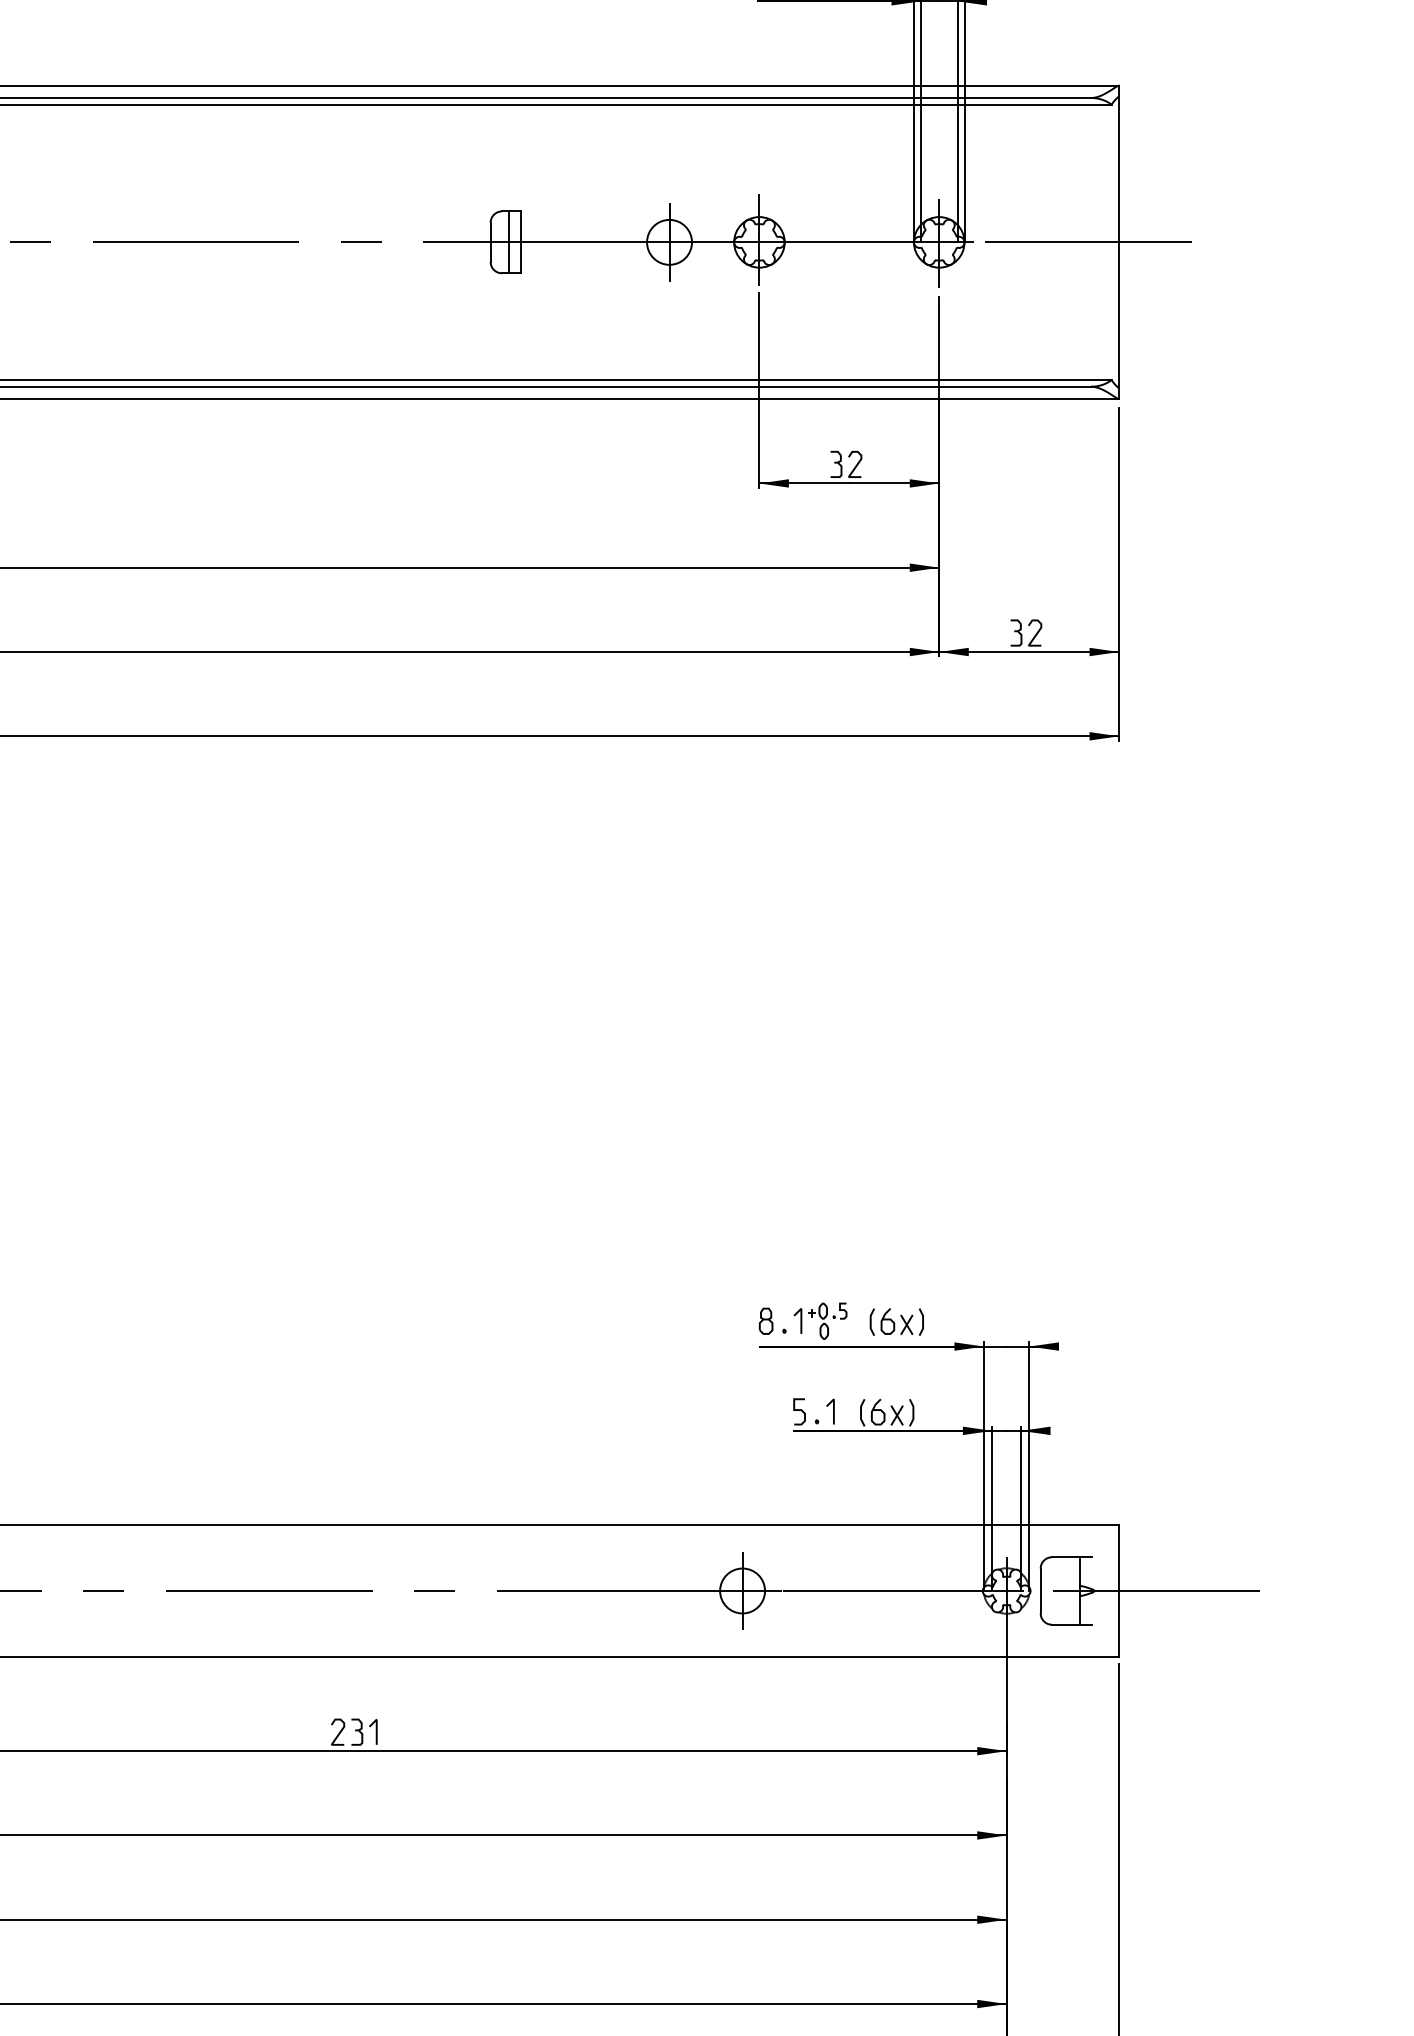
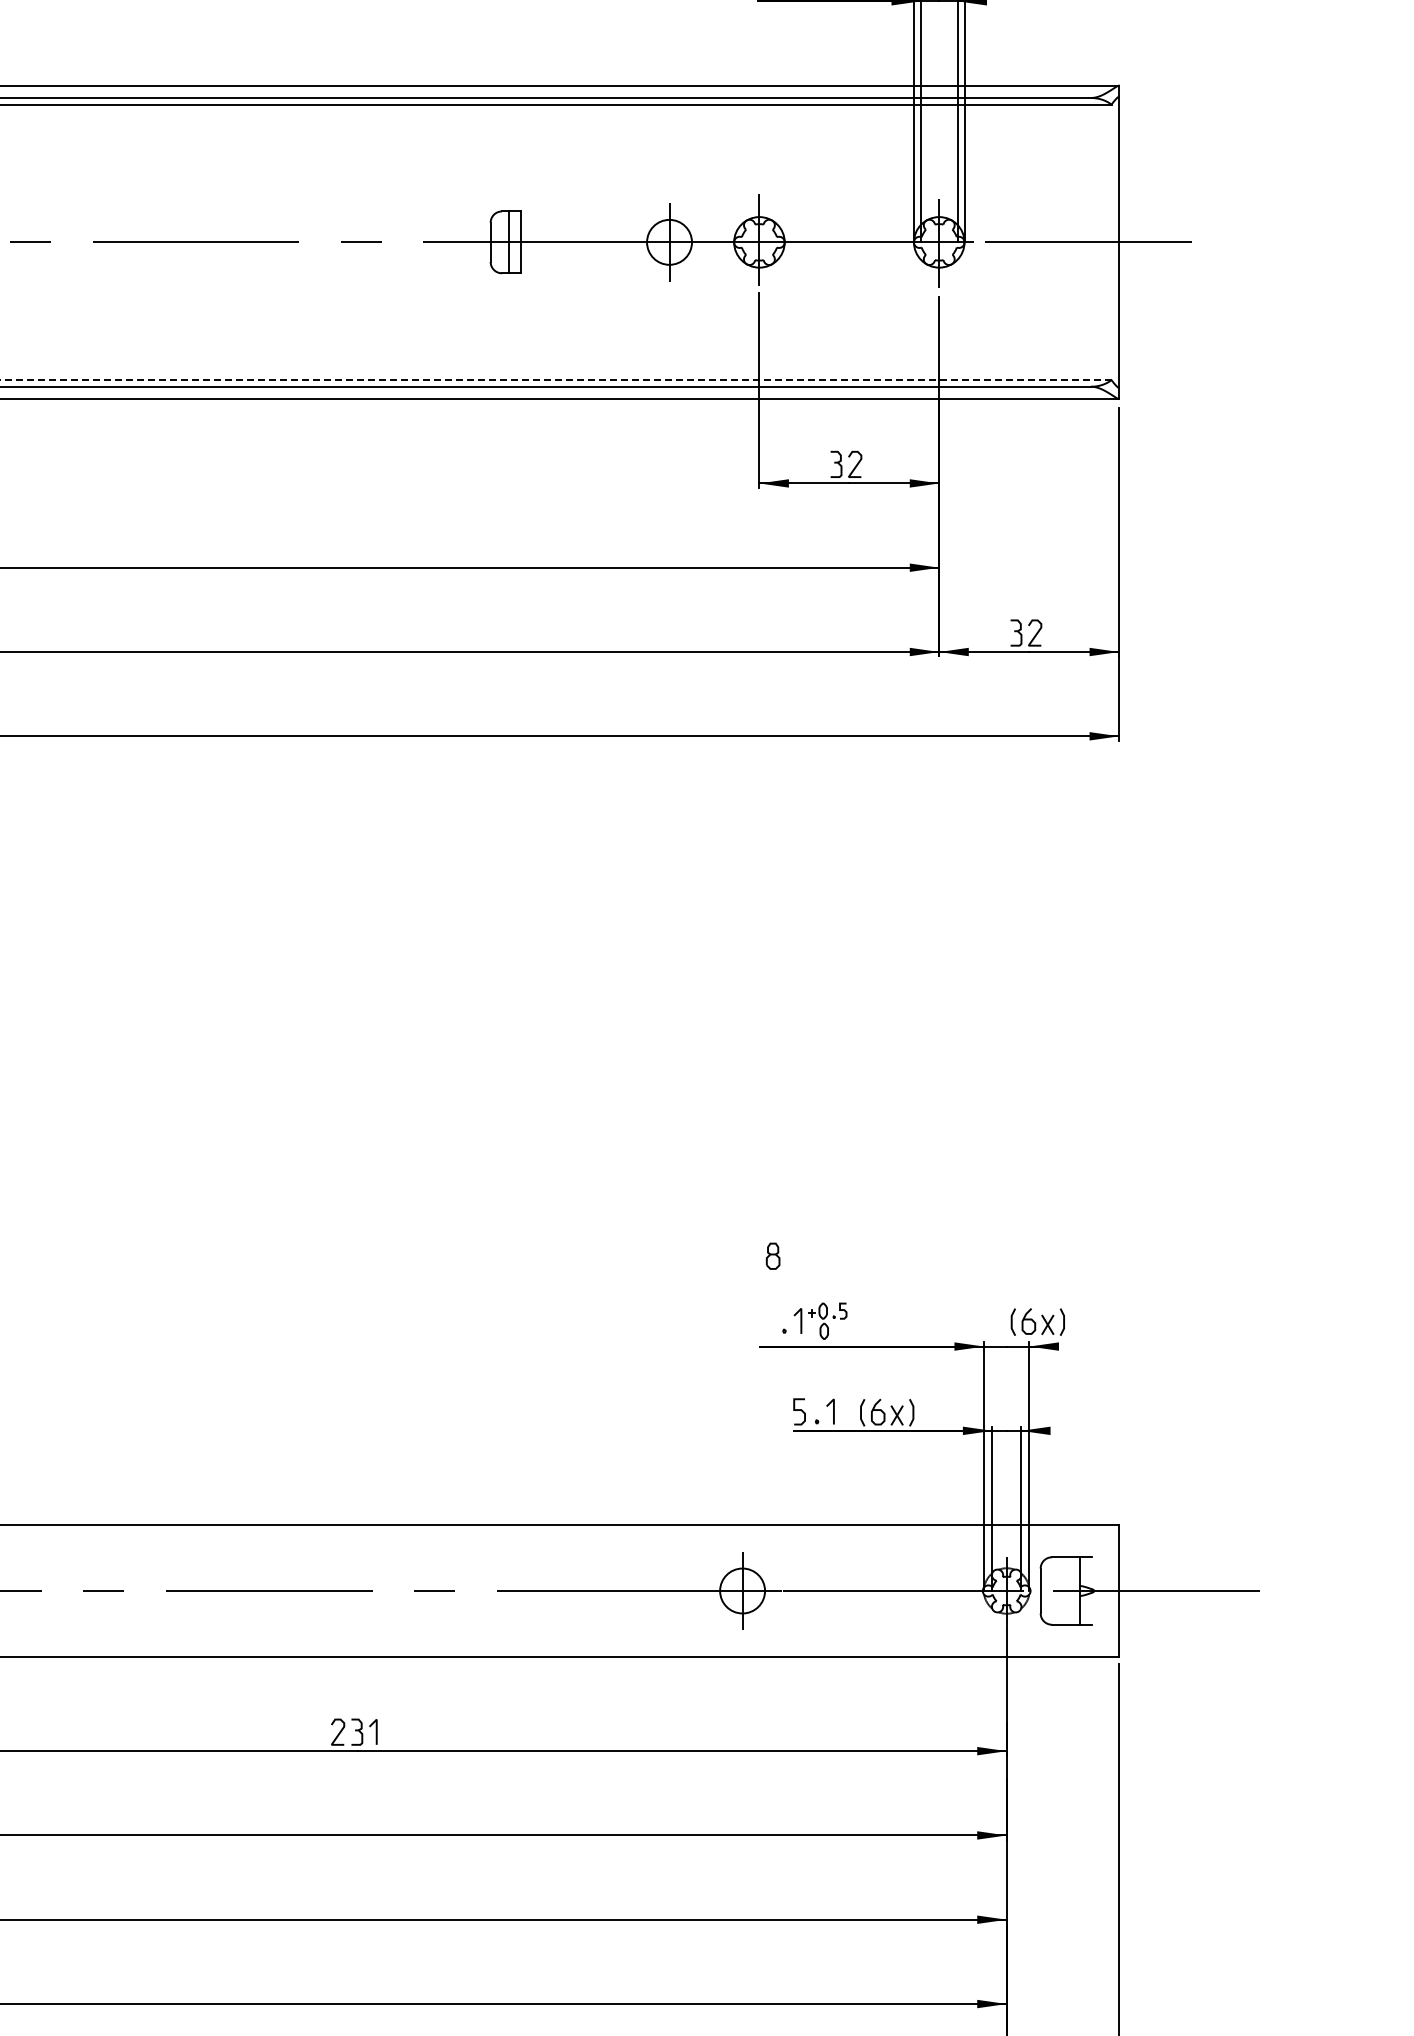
line at (555, 380): solid -> dashed
part at (765, 1320) position: (765, 1320) -> (772, 1255)
part at (896, 1321) position: (896, 1321) -> (1037, 1321)
